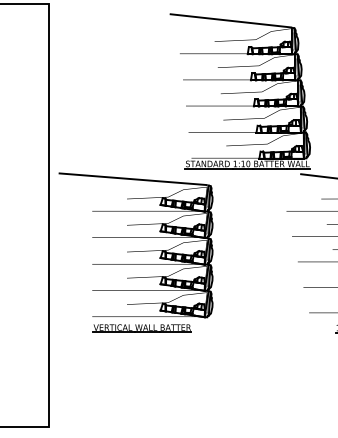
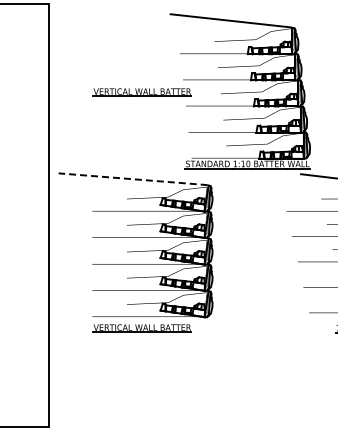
part at (141, 92): none -> present
line at (133, 179): solid -> dashed
